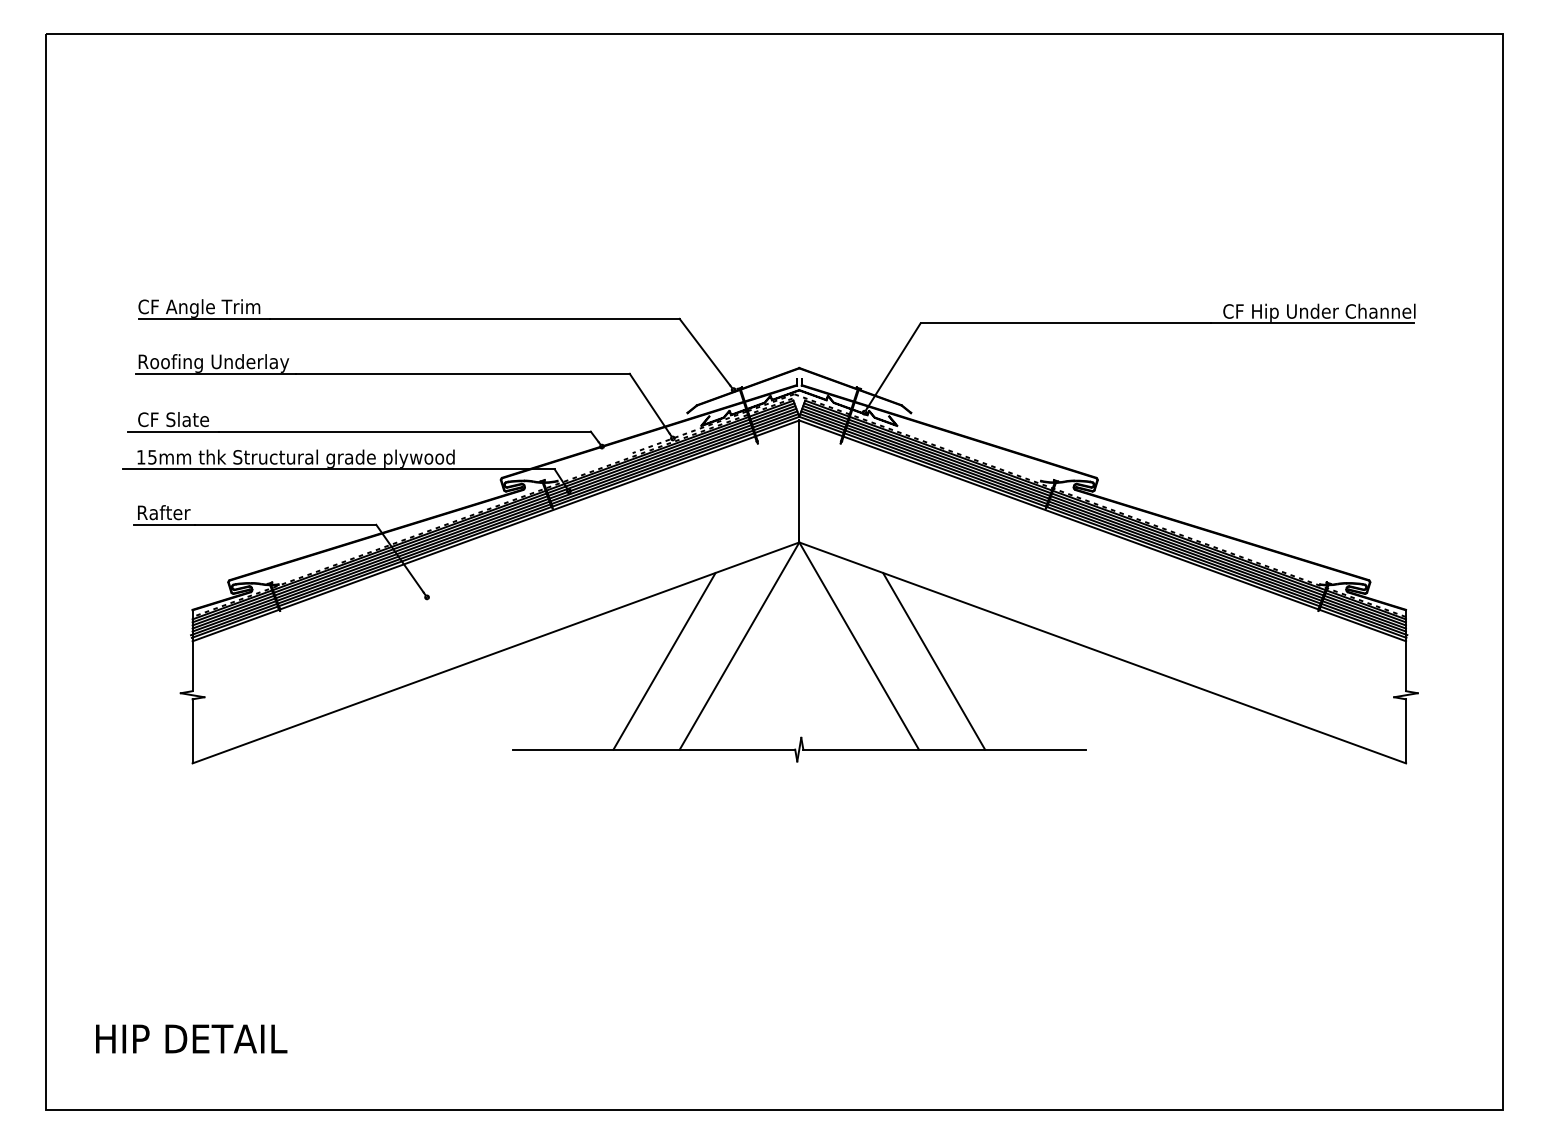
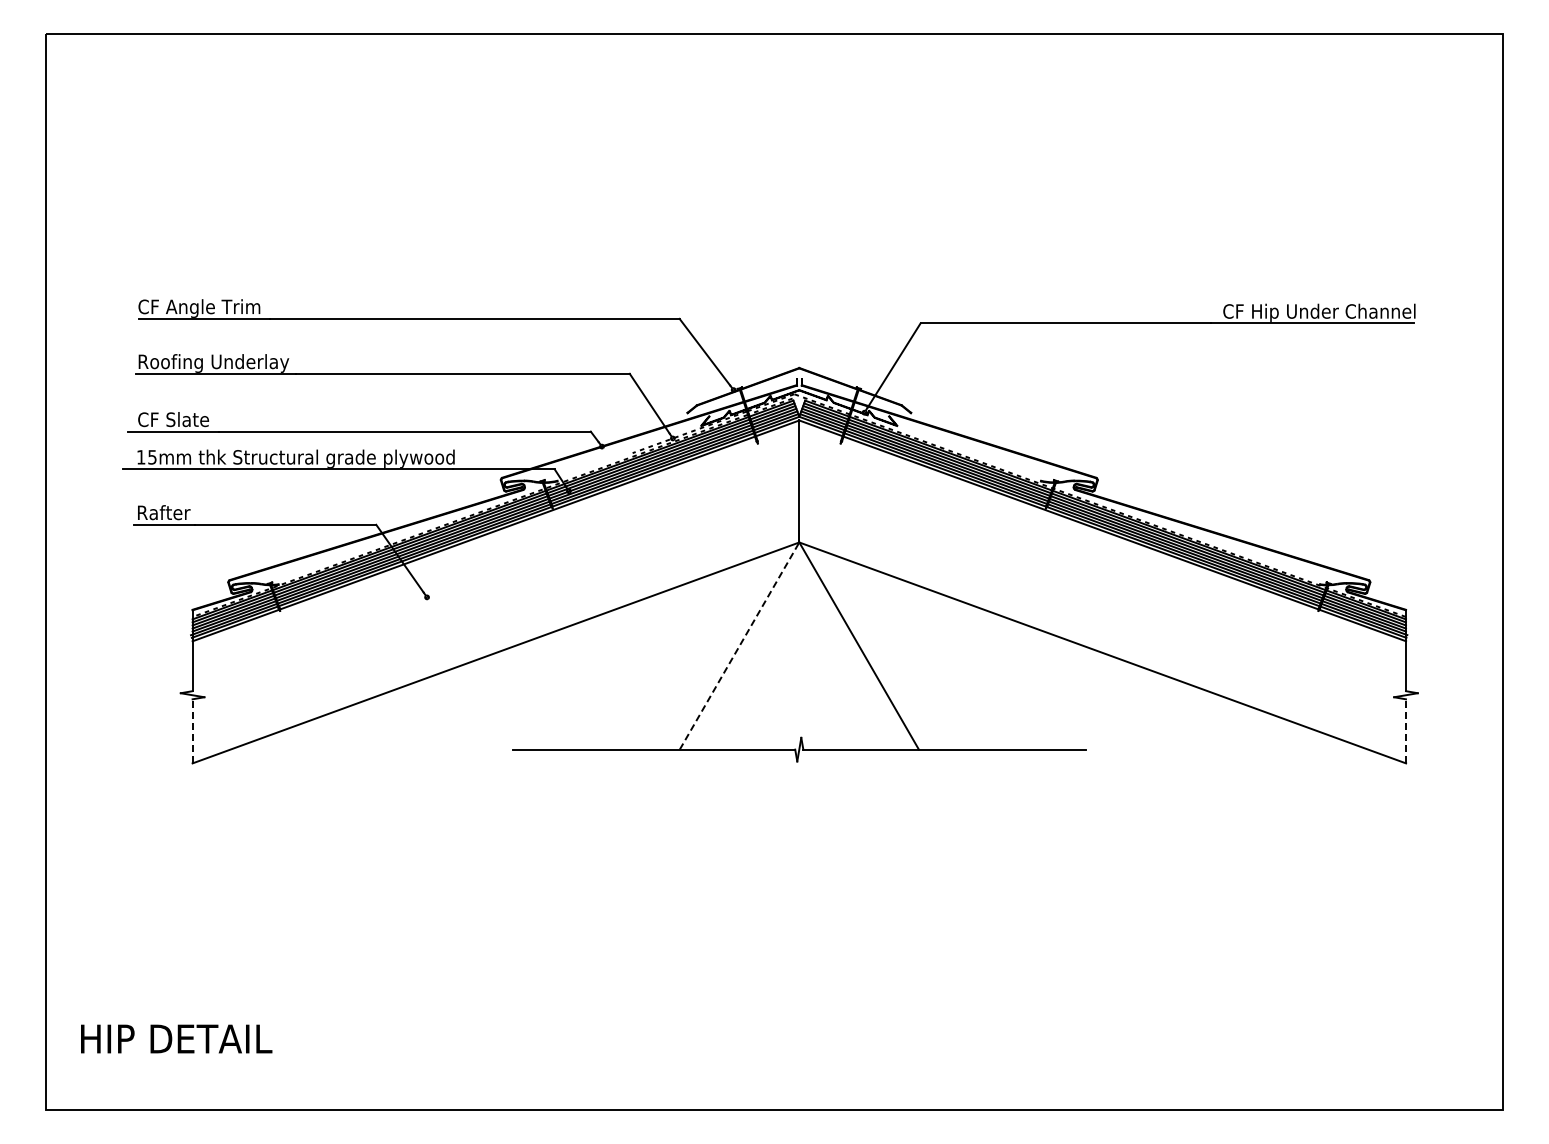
line at (739, 646): solid -> dashed
line at (664, 661): present -> none
line at (934, 661): present -> none
line at (192, 730): solid -> dashed
line at (1405, 730): solid -> dashed
text at (191, 1038) position: (191, 1038) -> (176, 1038)
